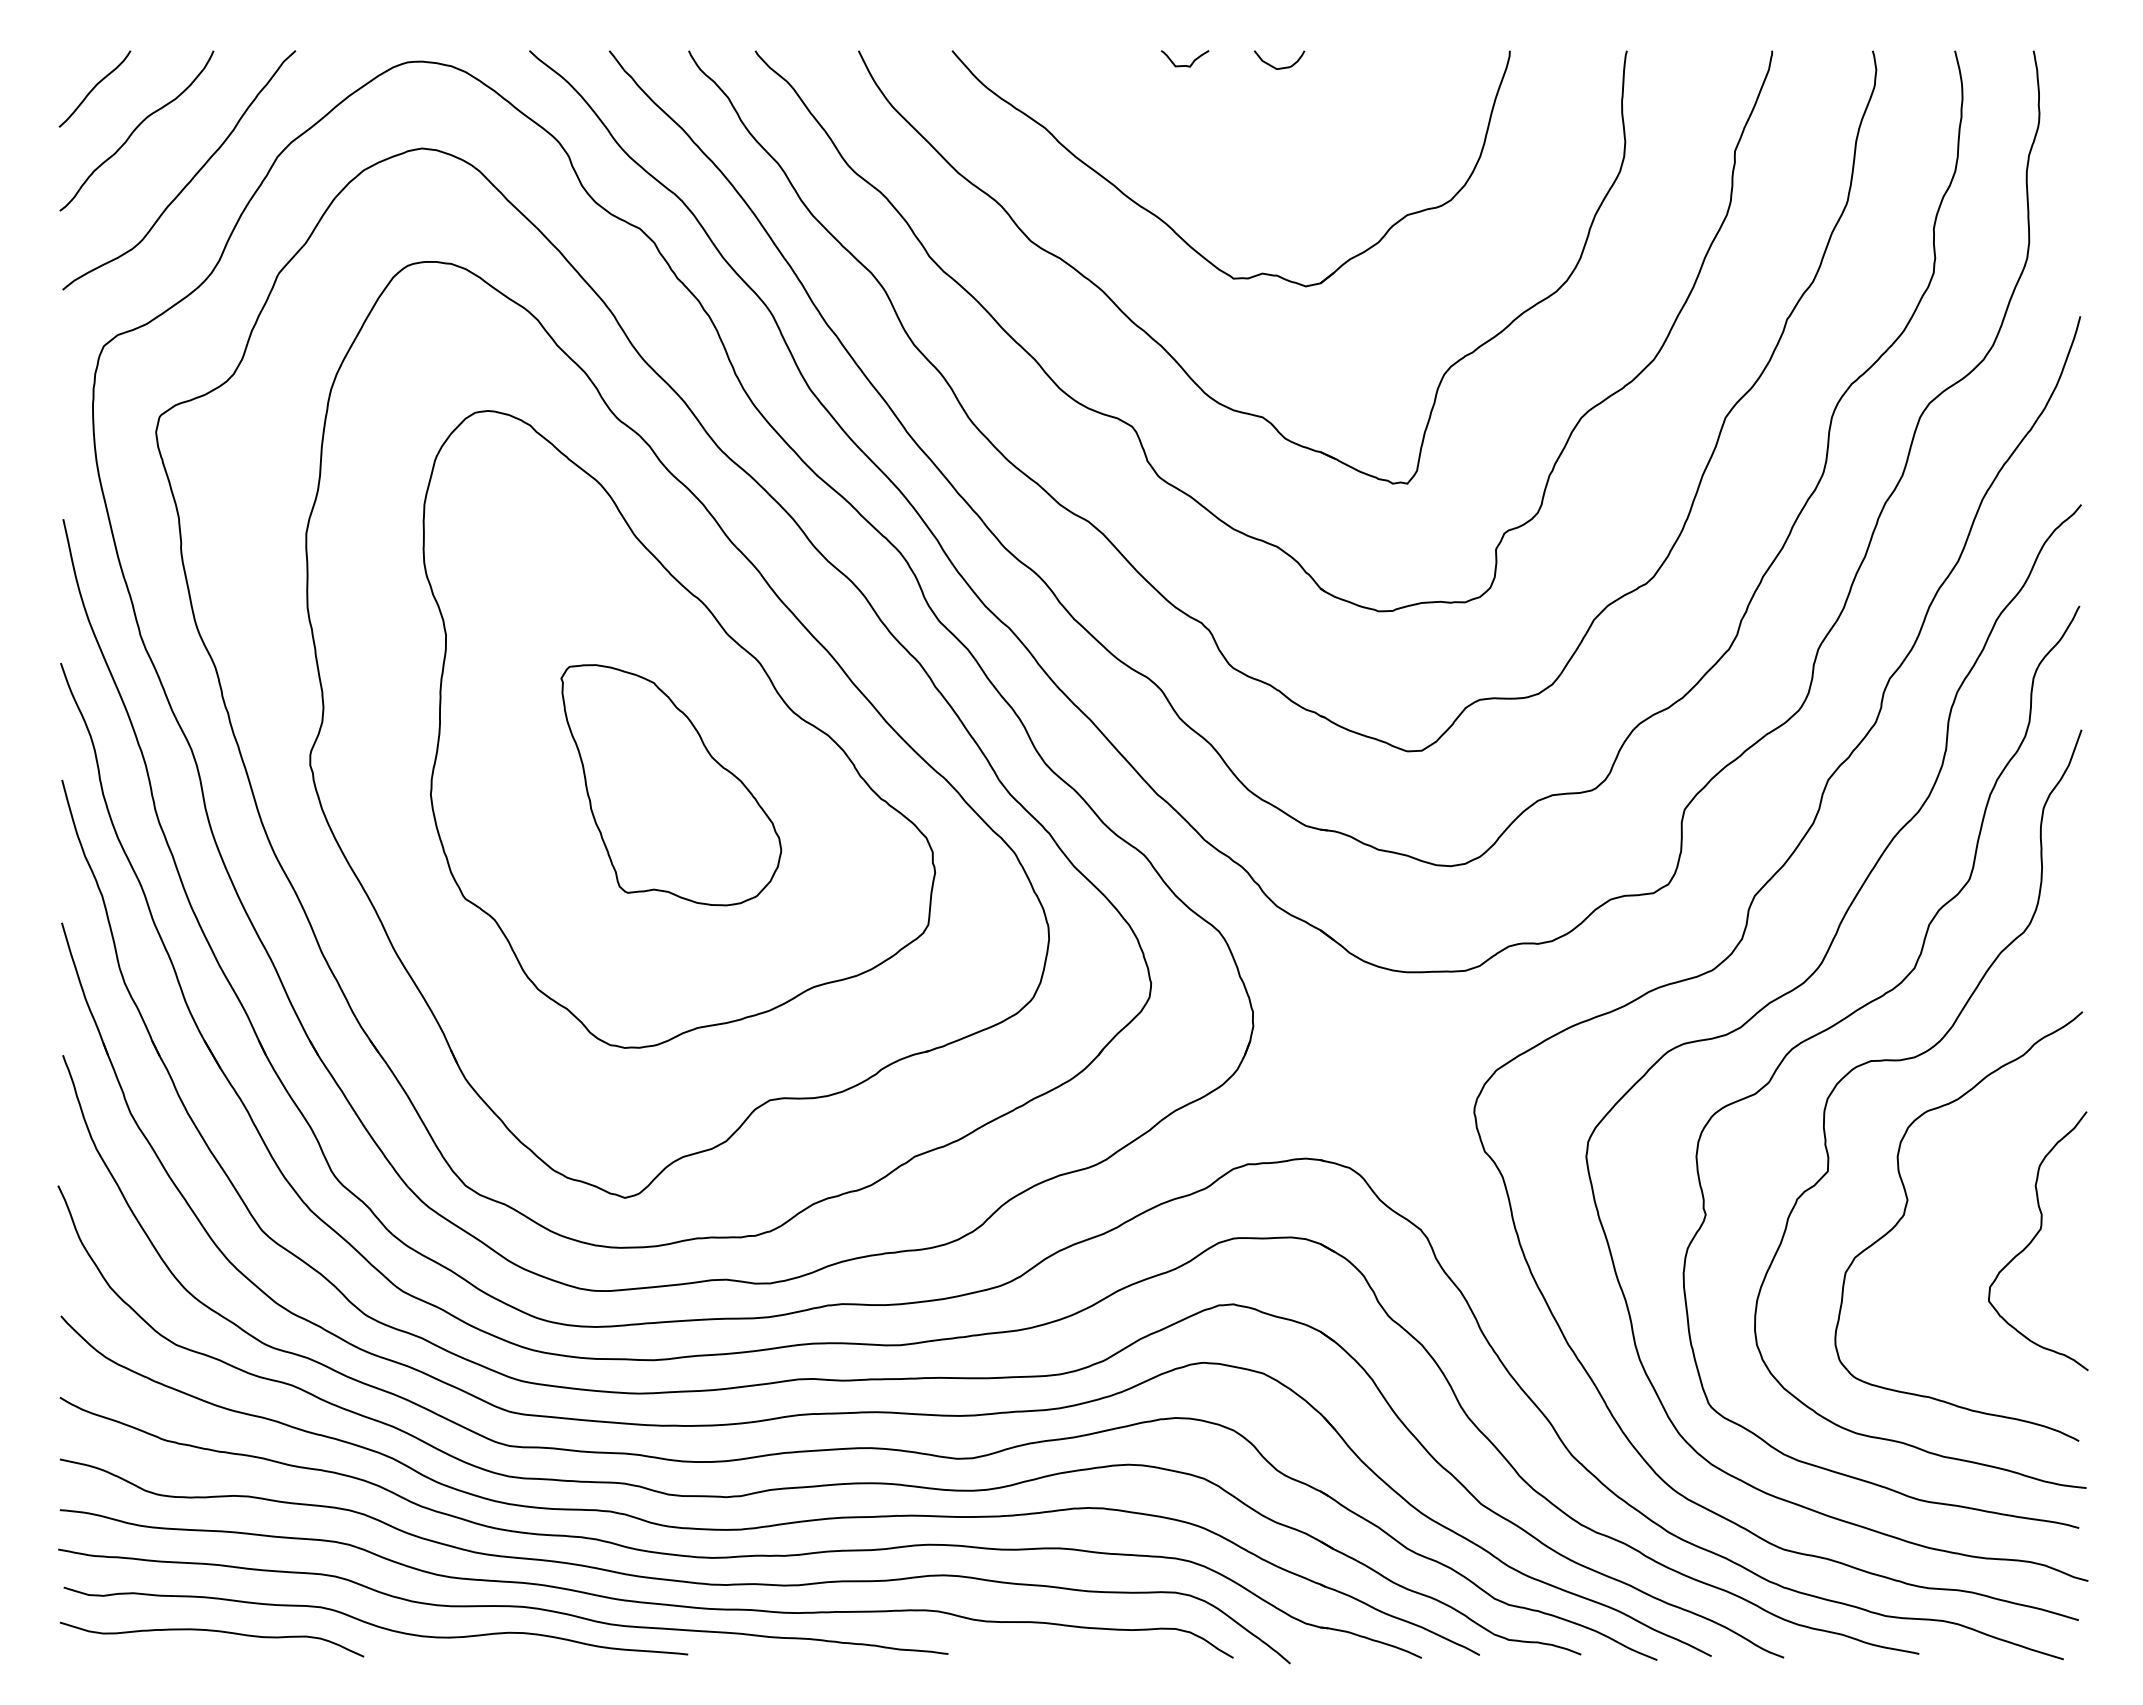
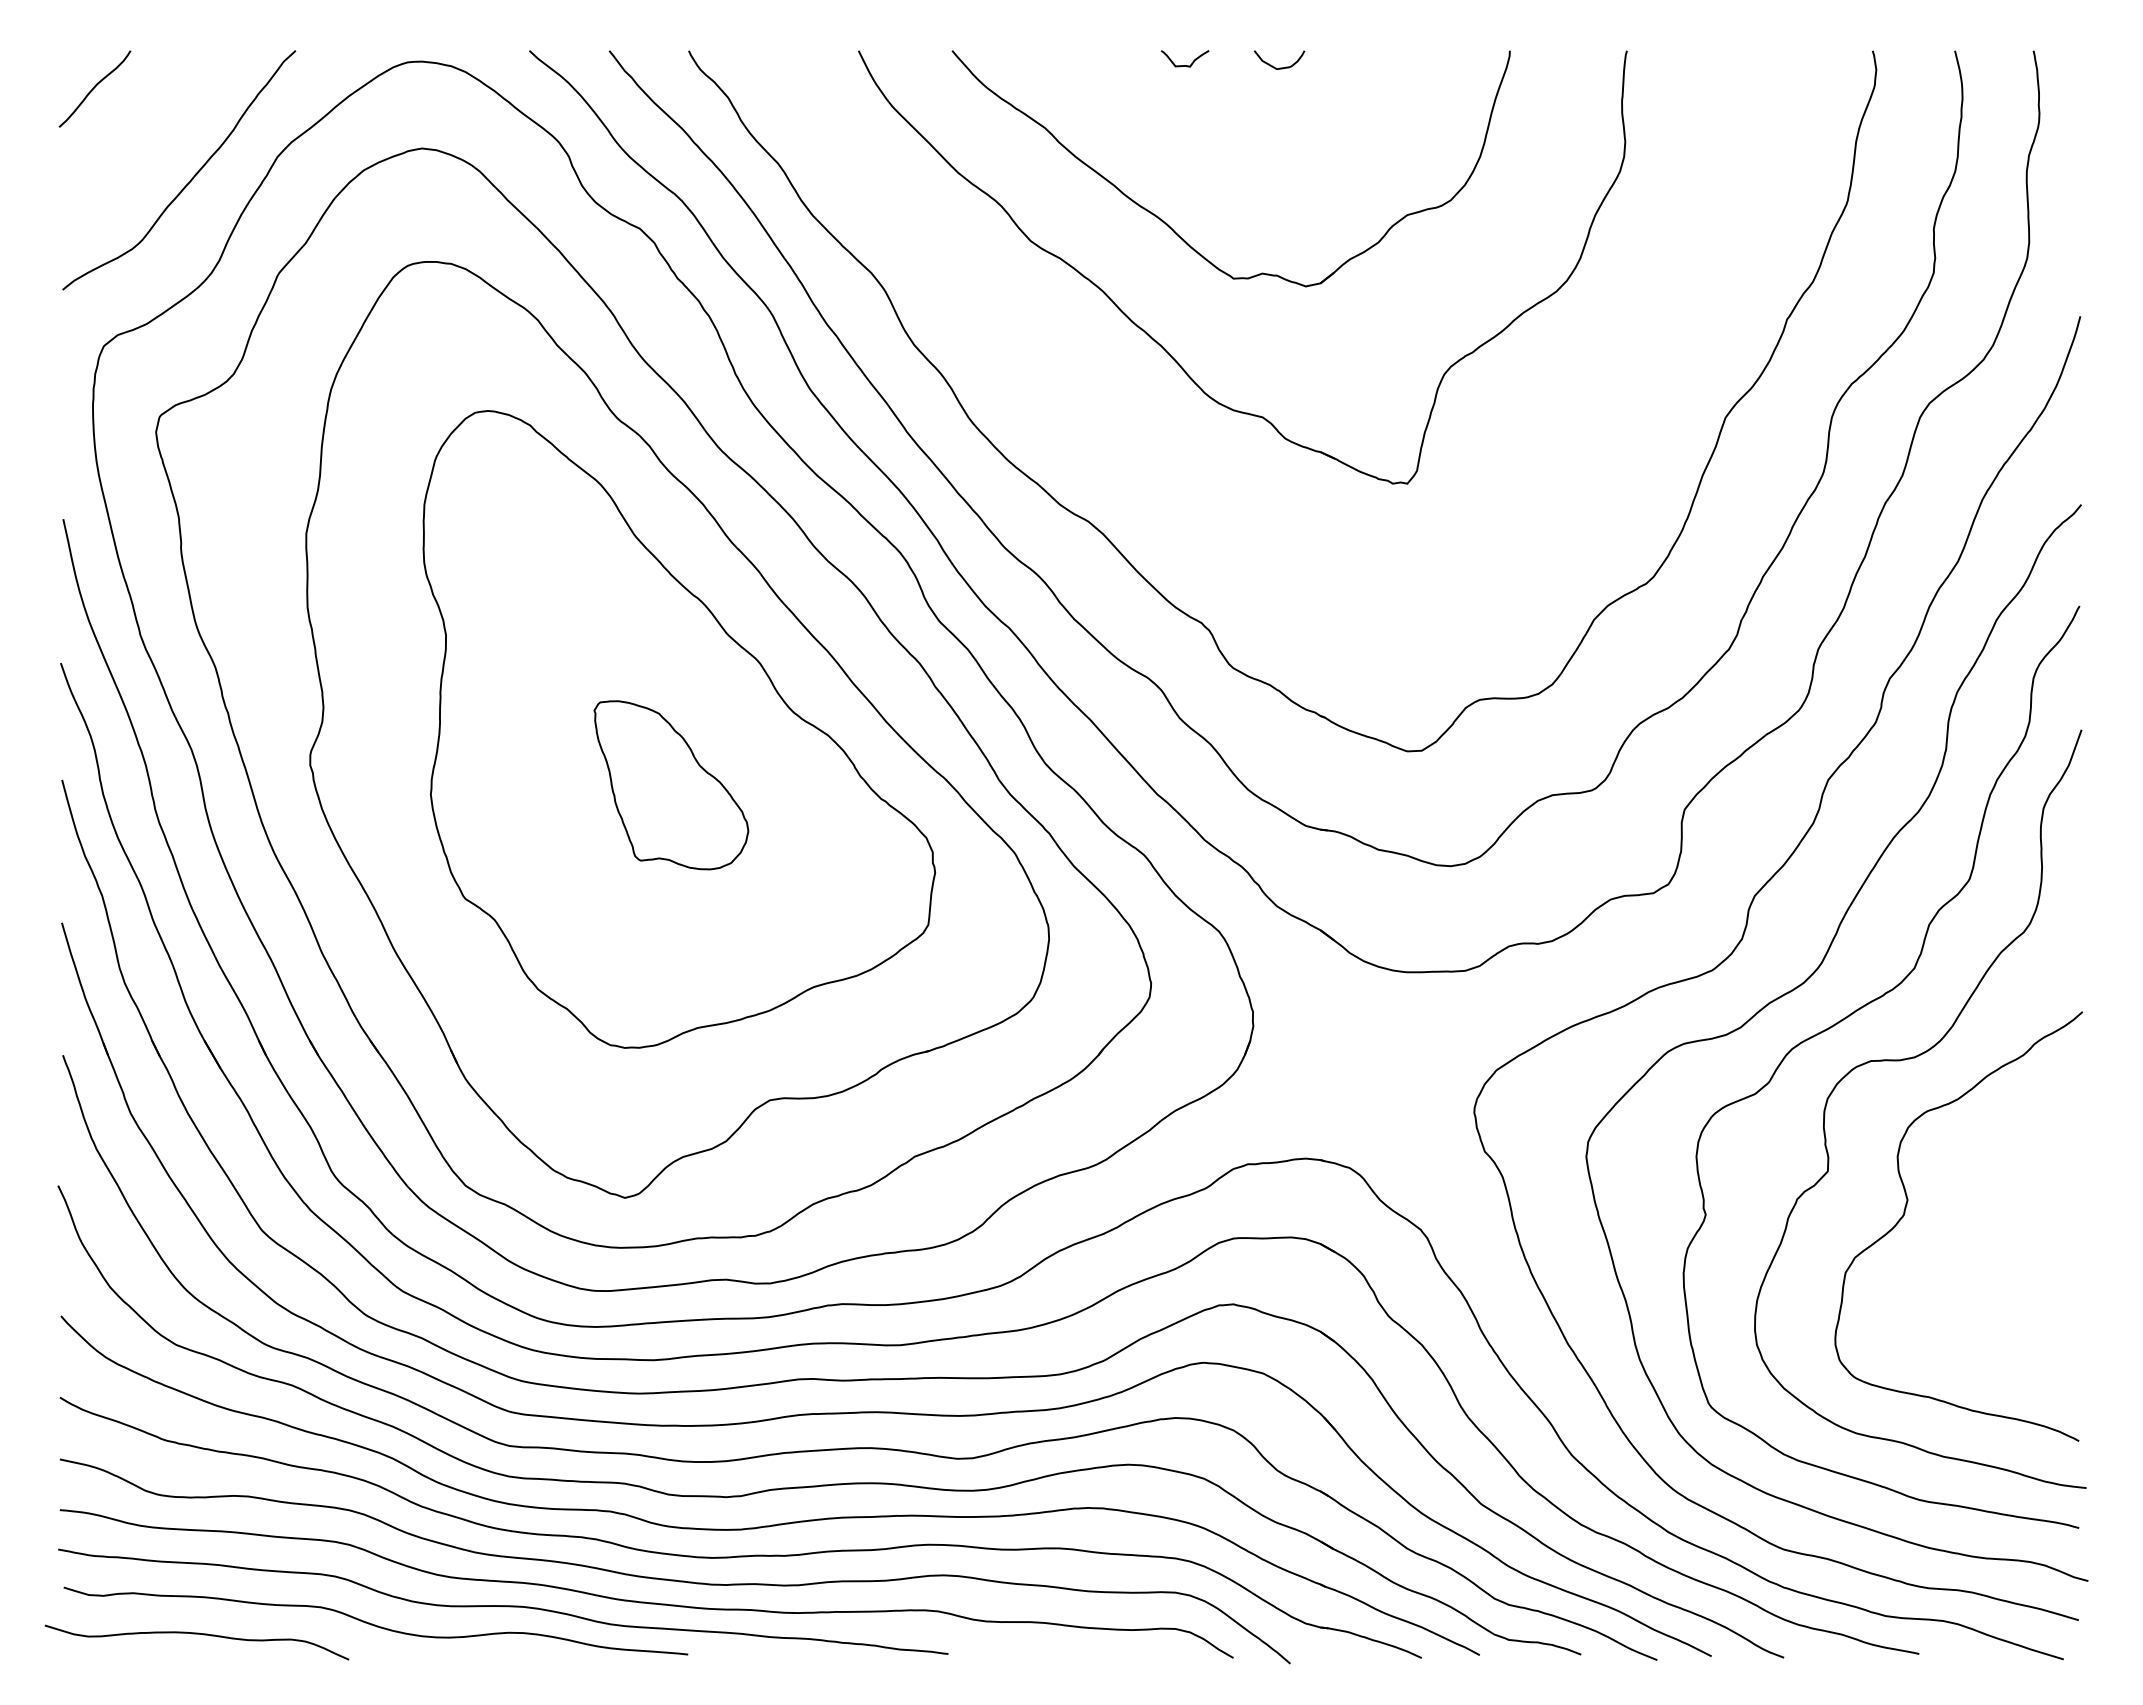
curve at (136, 129): present -> none
part at (1133, 426): present -> none
part at (671, 785) size: 223x243 px -> 157x171 px
curve at (2034, 1239): present -> none
curve at (211, 1631) position: (211, 1631) -> (196, 1634)
